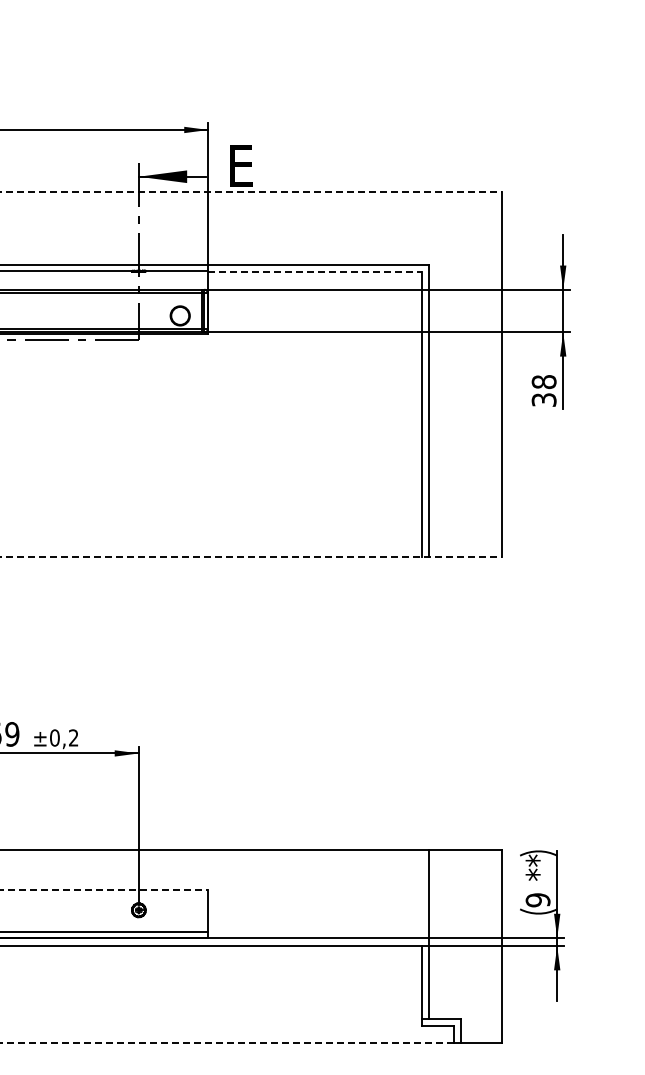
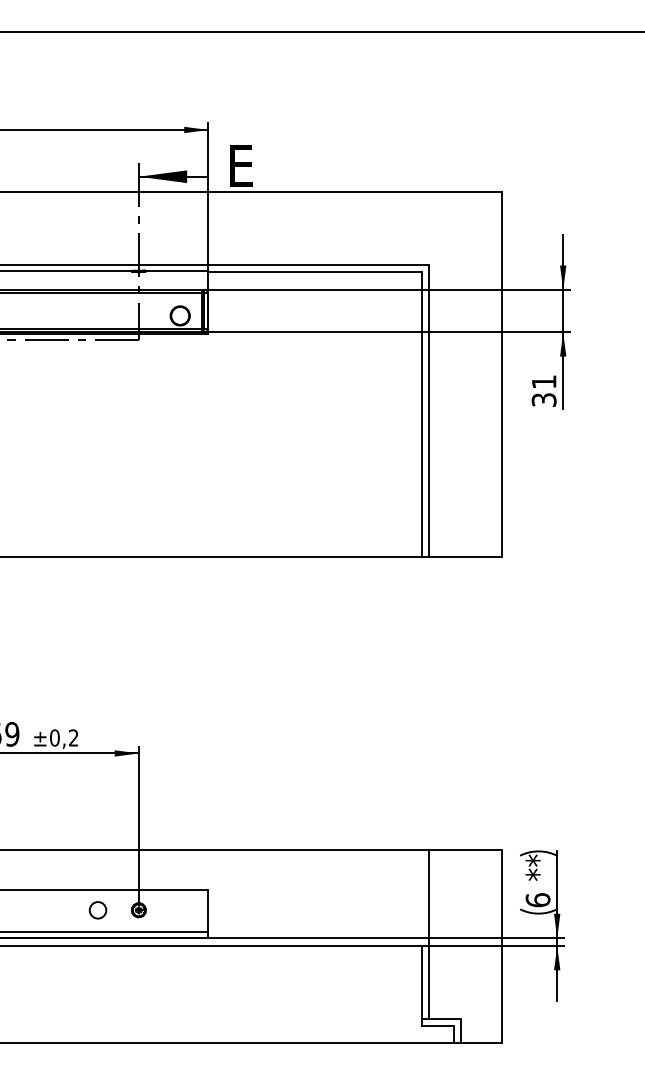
line at (321, 32): none -> present
line at (251, 192): dashed -> solid
line at (315, 272): dashed -> solid
text at (543, 382): 38 -> 31
line at (251, 556): dashed -> solid
line at (104, 889): dashed -> solid
text at (537, 900): 9 -> 6
circle at (97, 910): none -> present
line at (227, 1042): dashed -> solid
